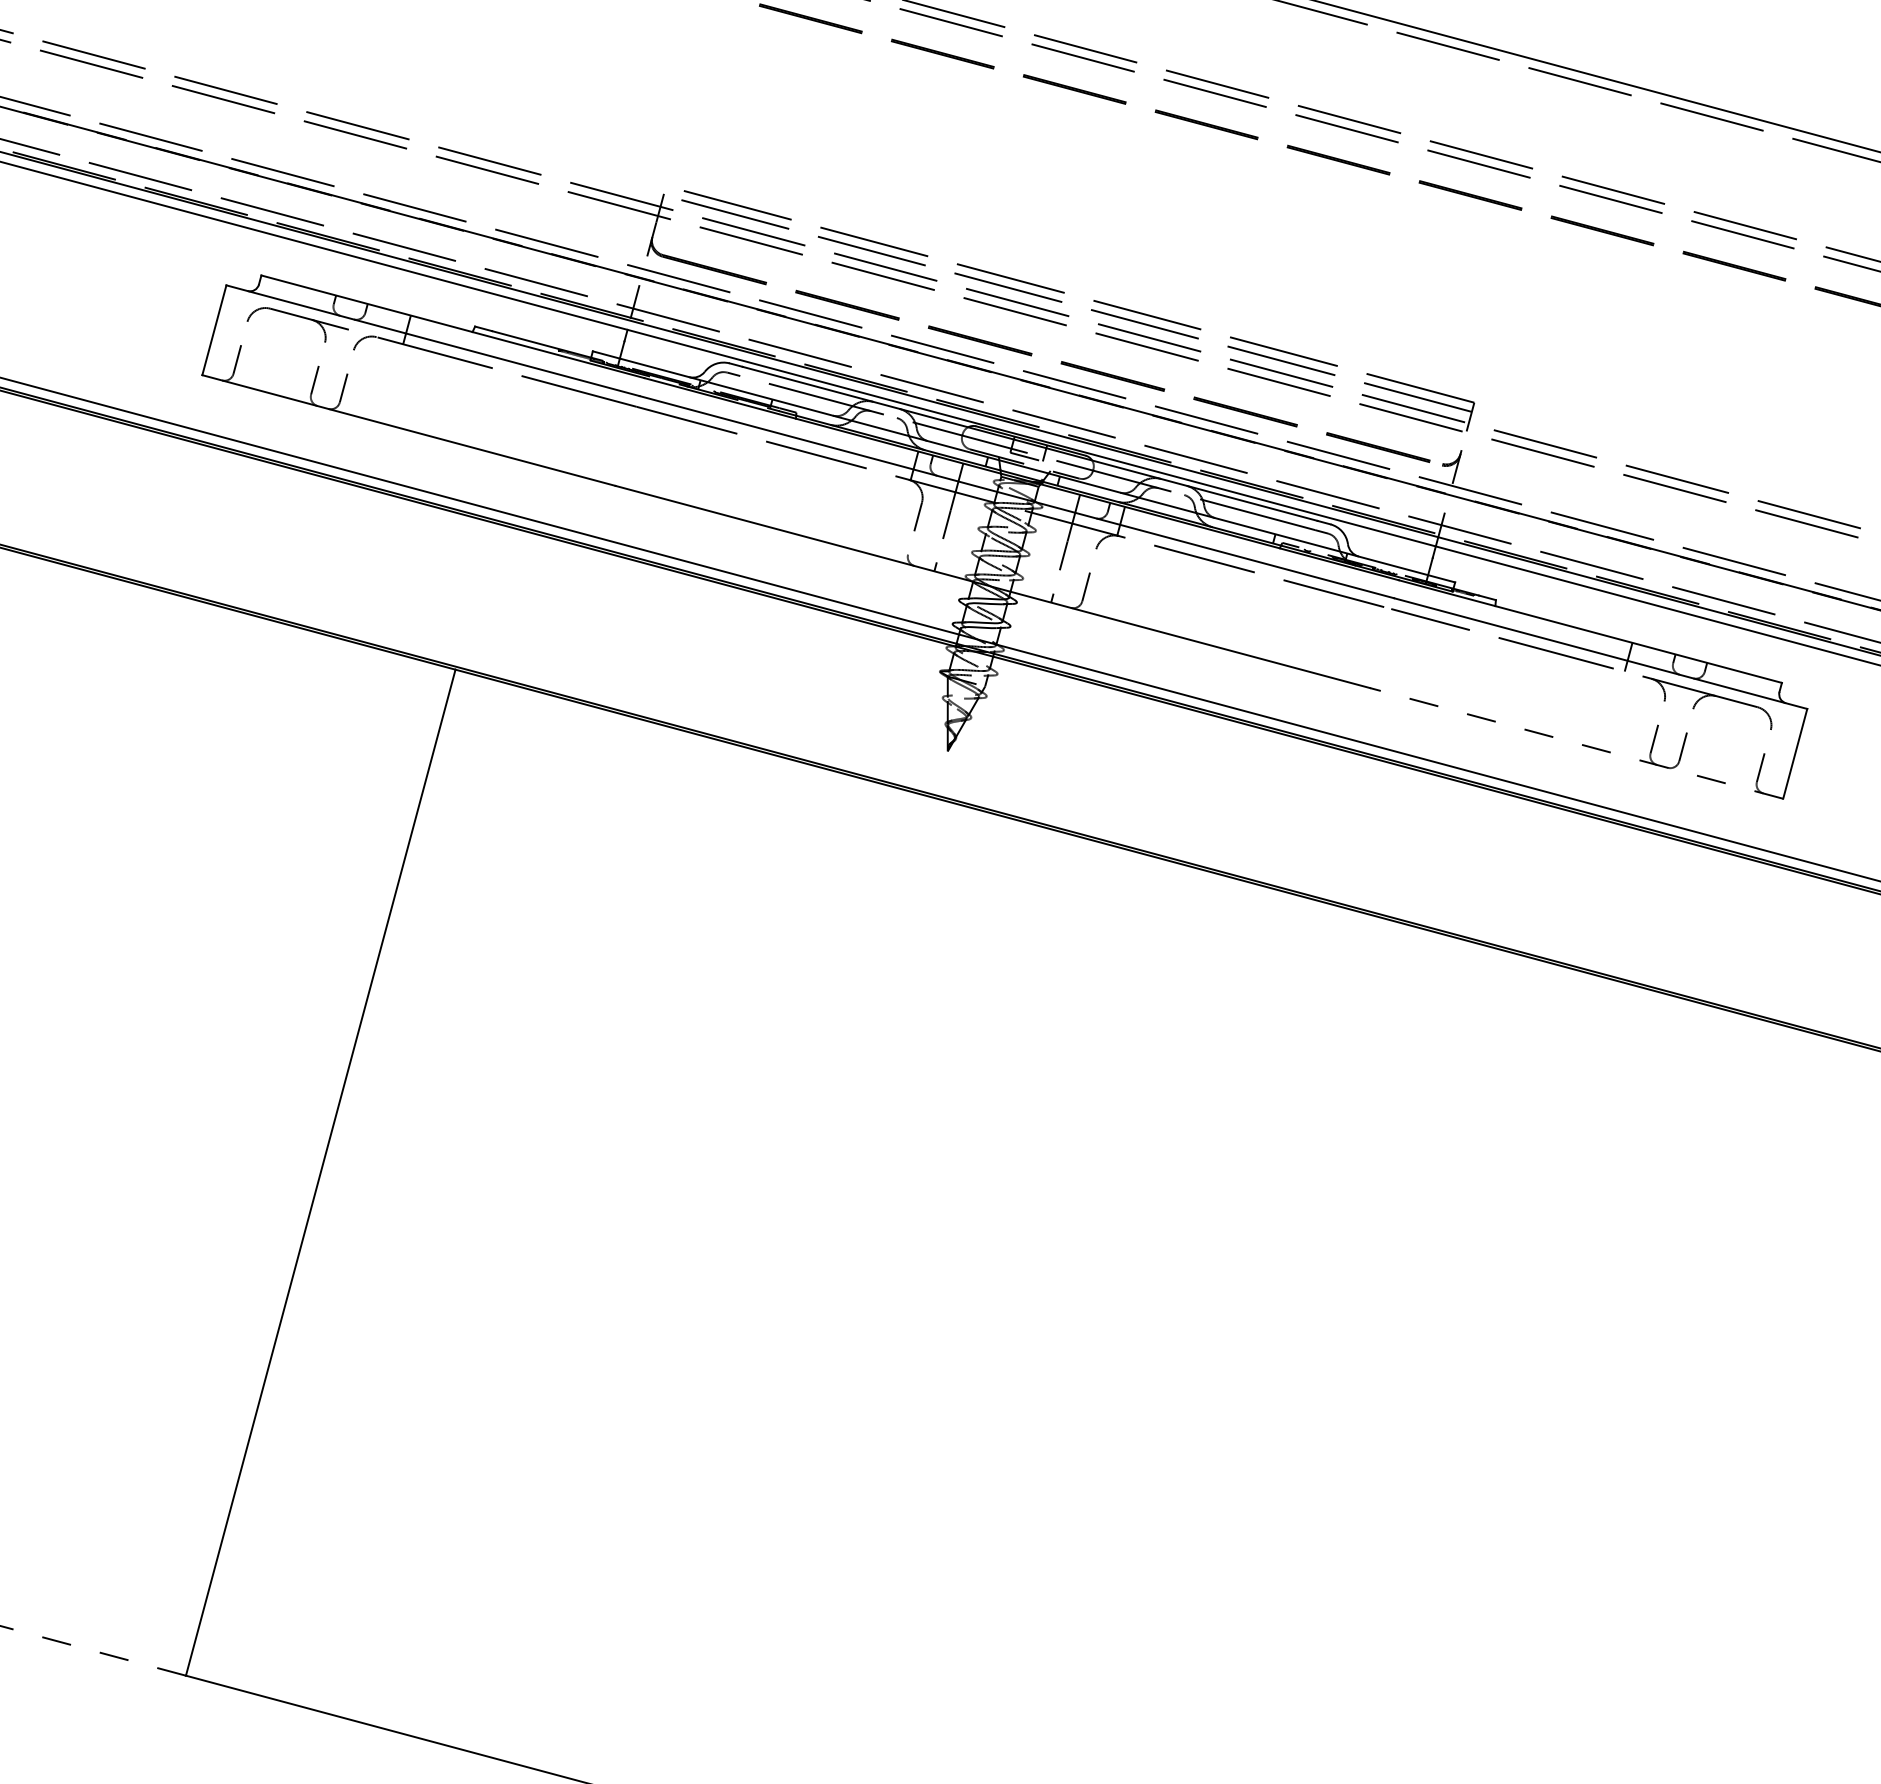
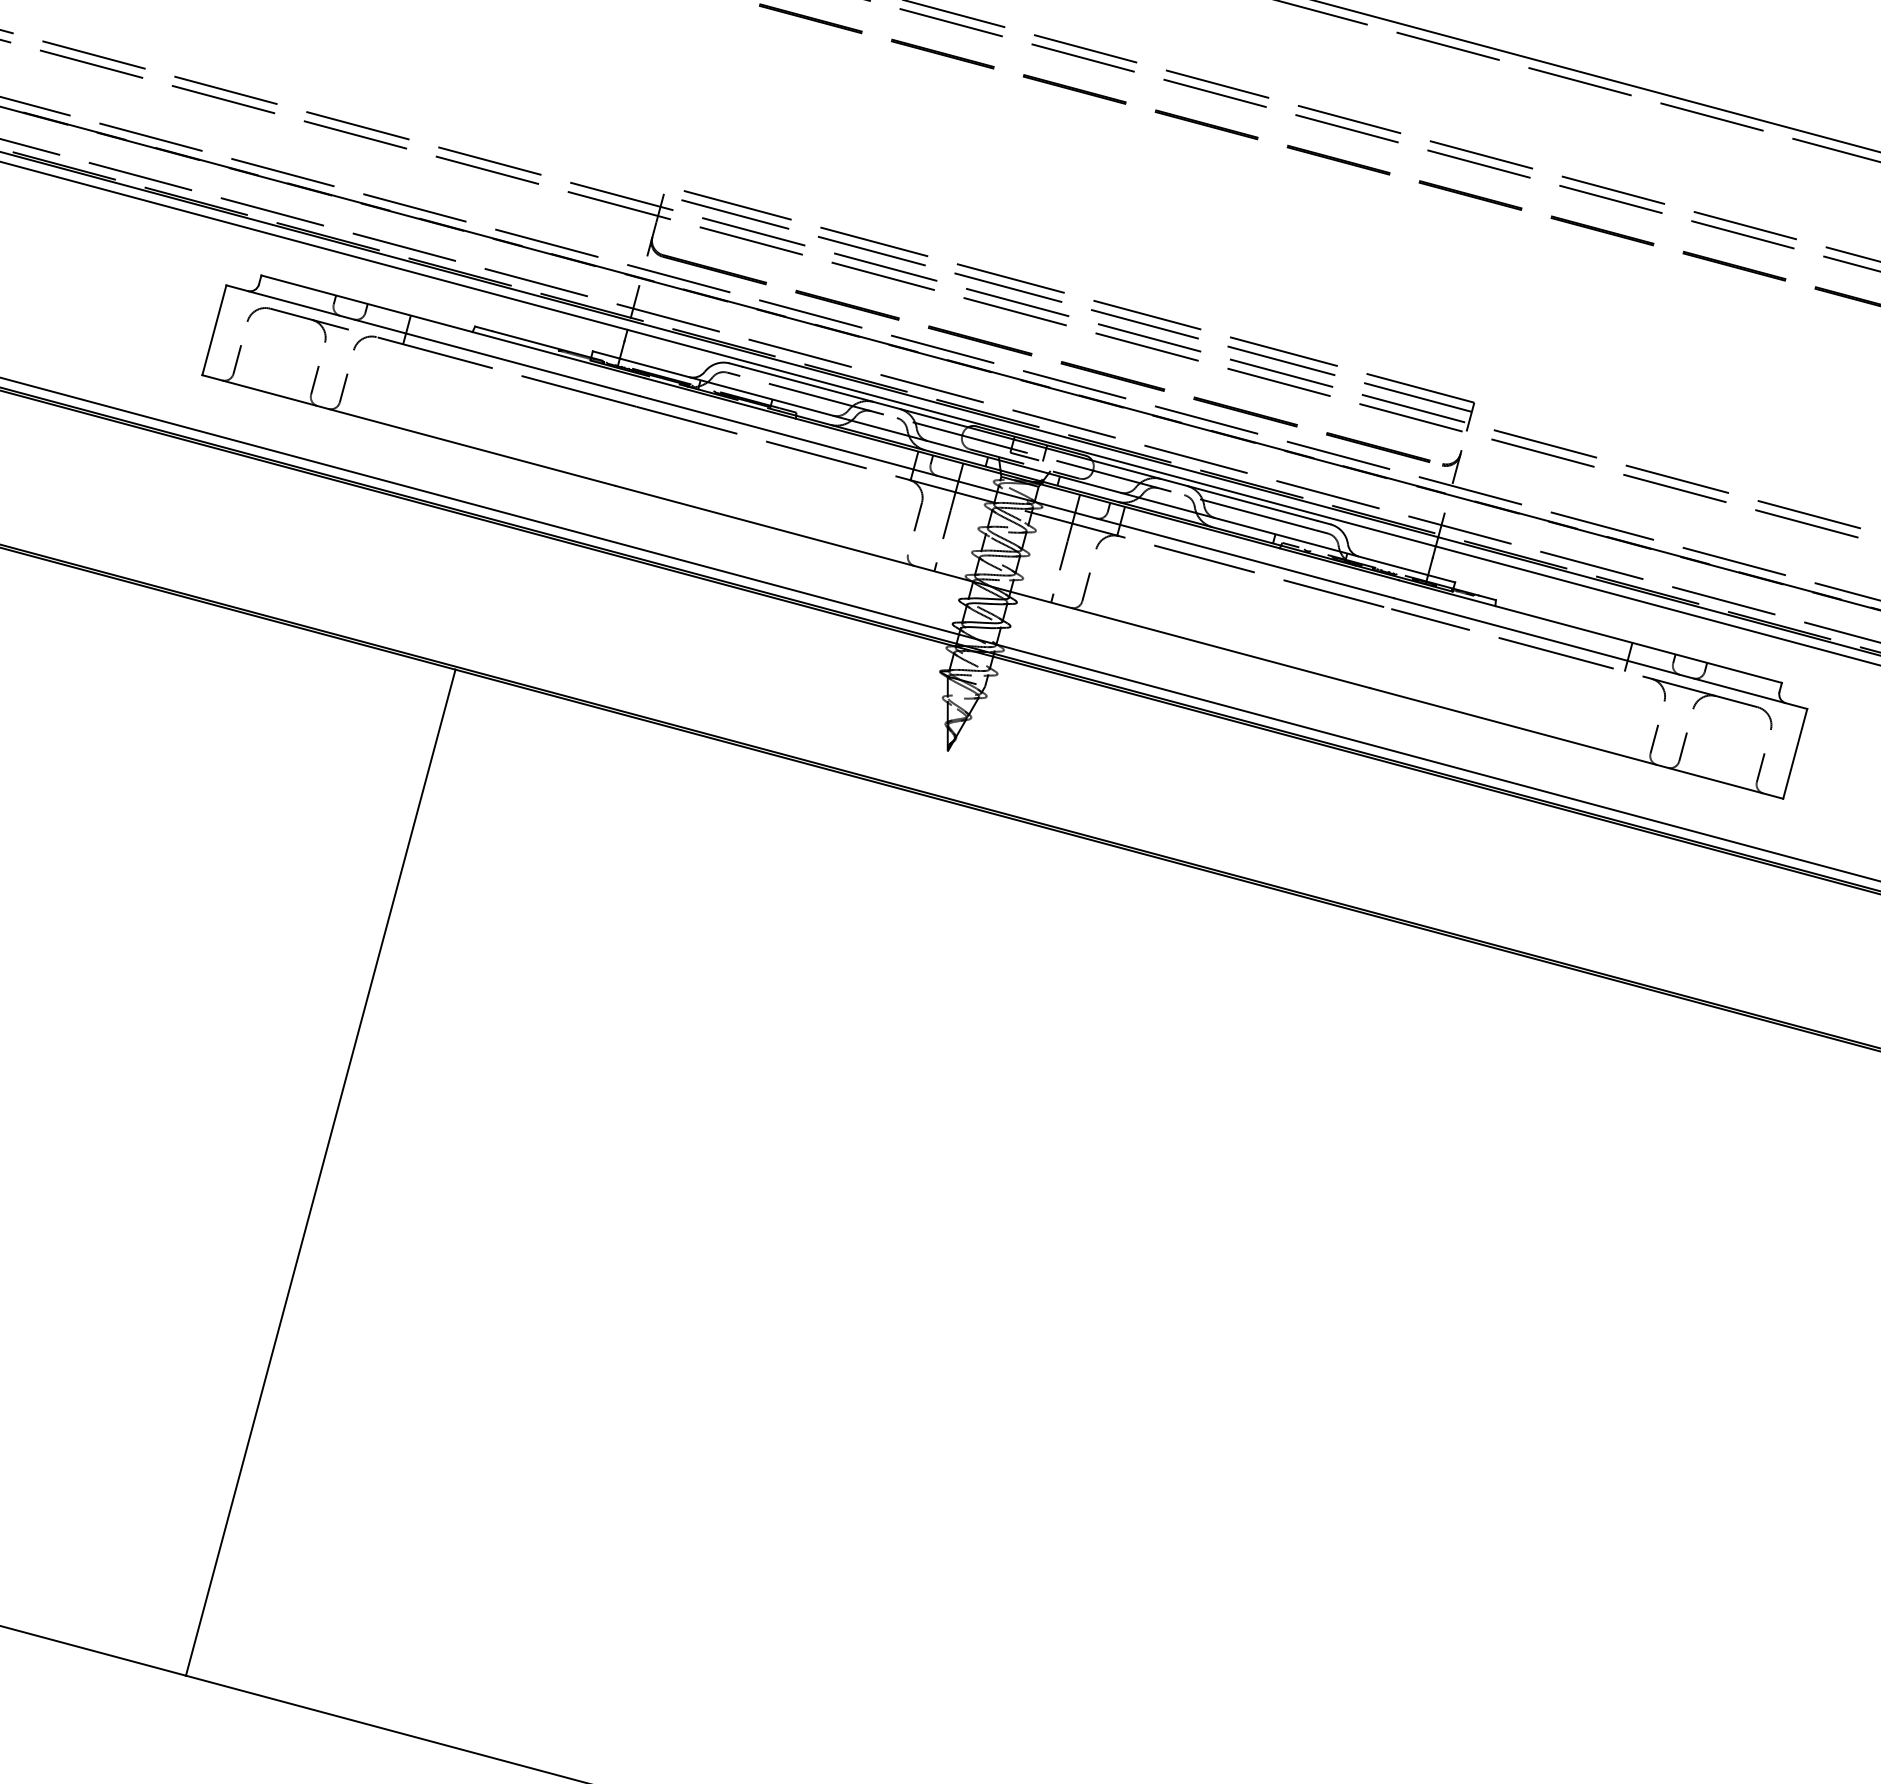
line at (1576, 743): dashed -> solid
line at (93, 1650): dashed -> solid
